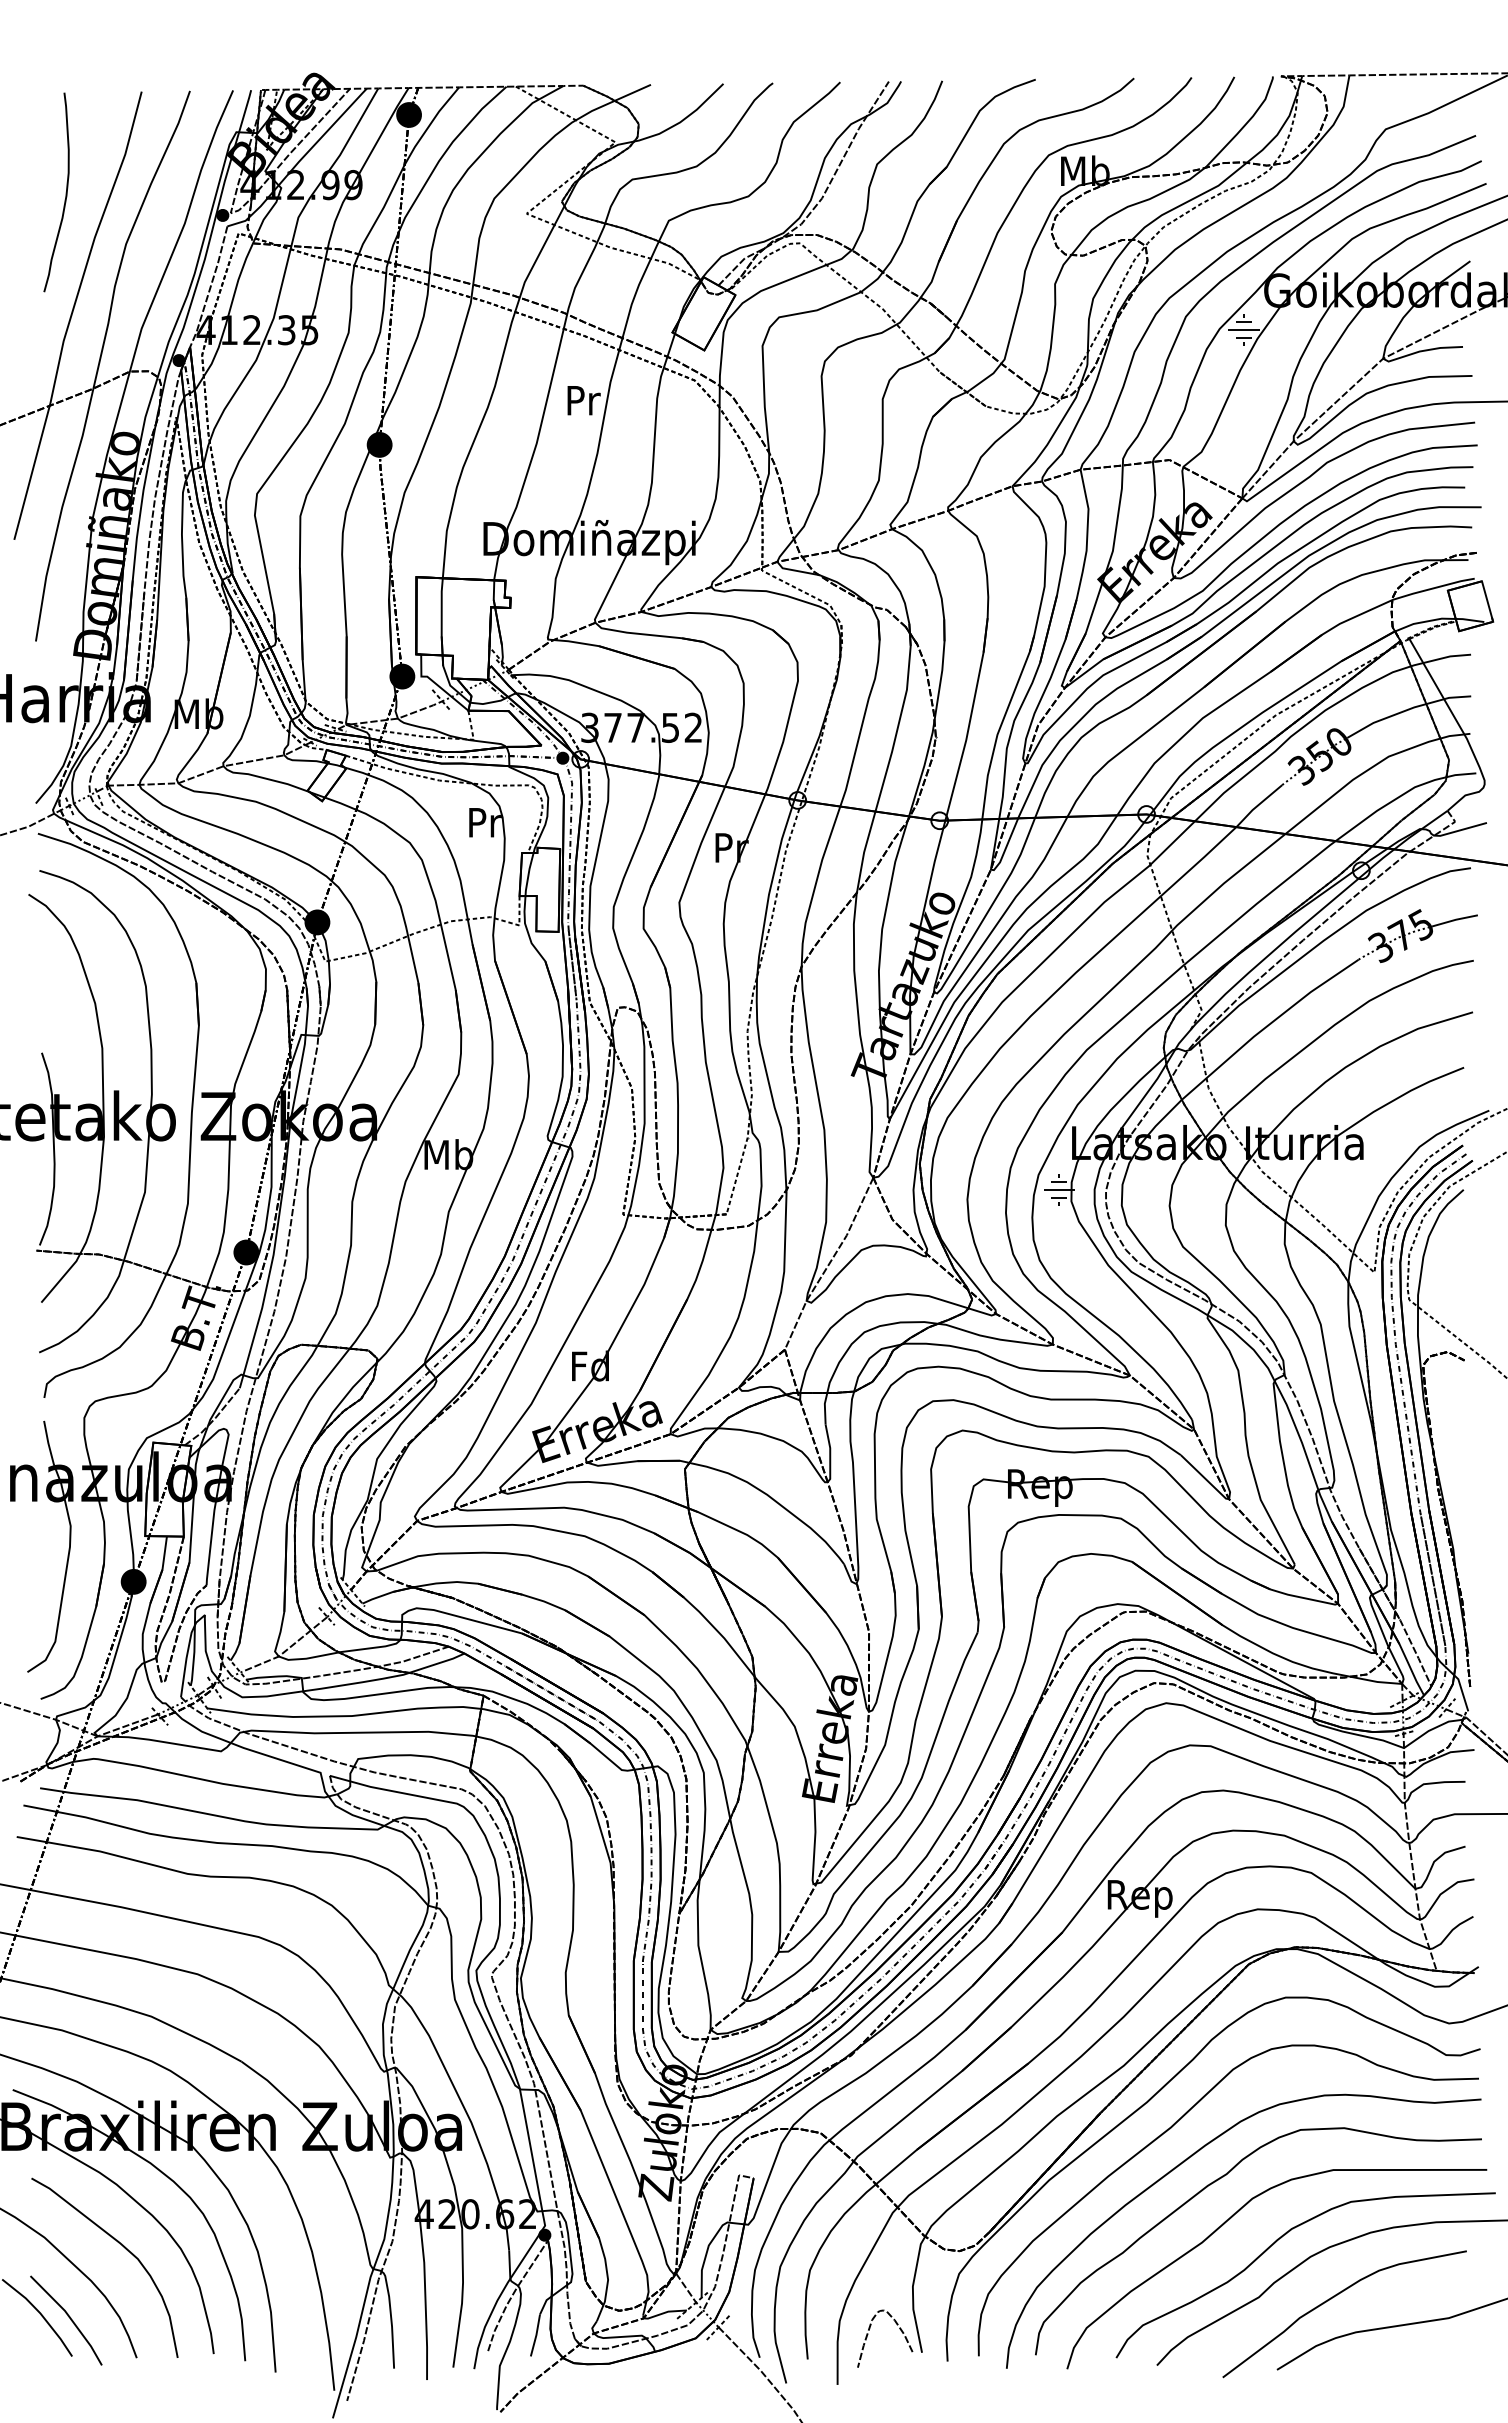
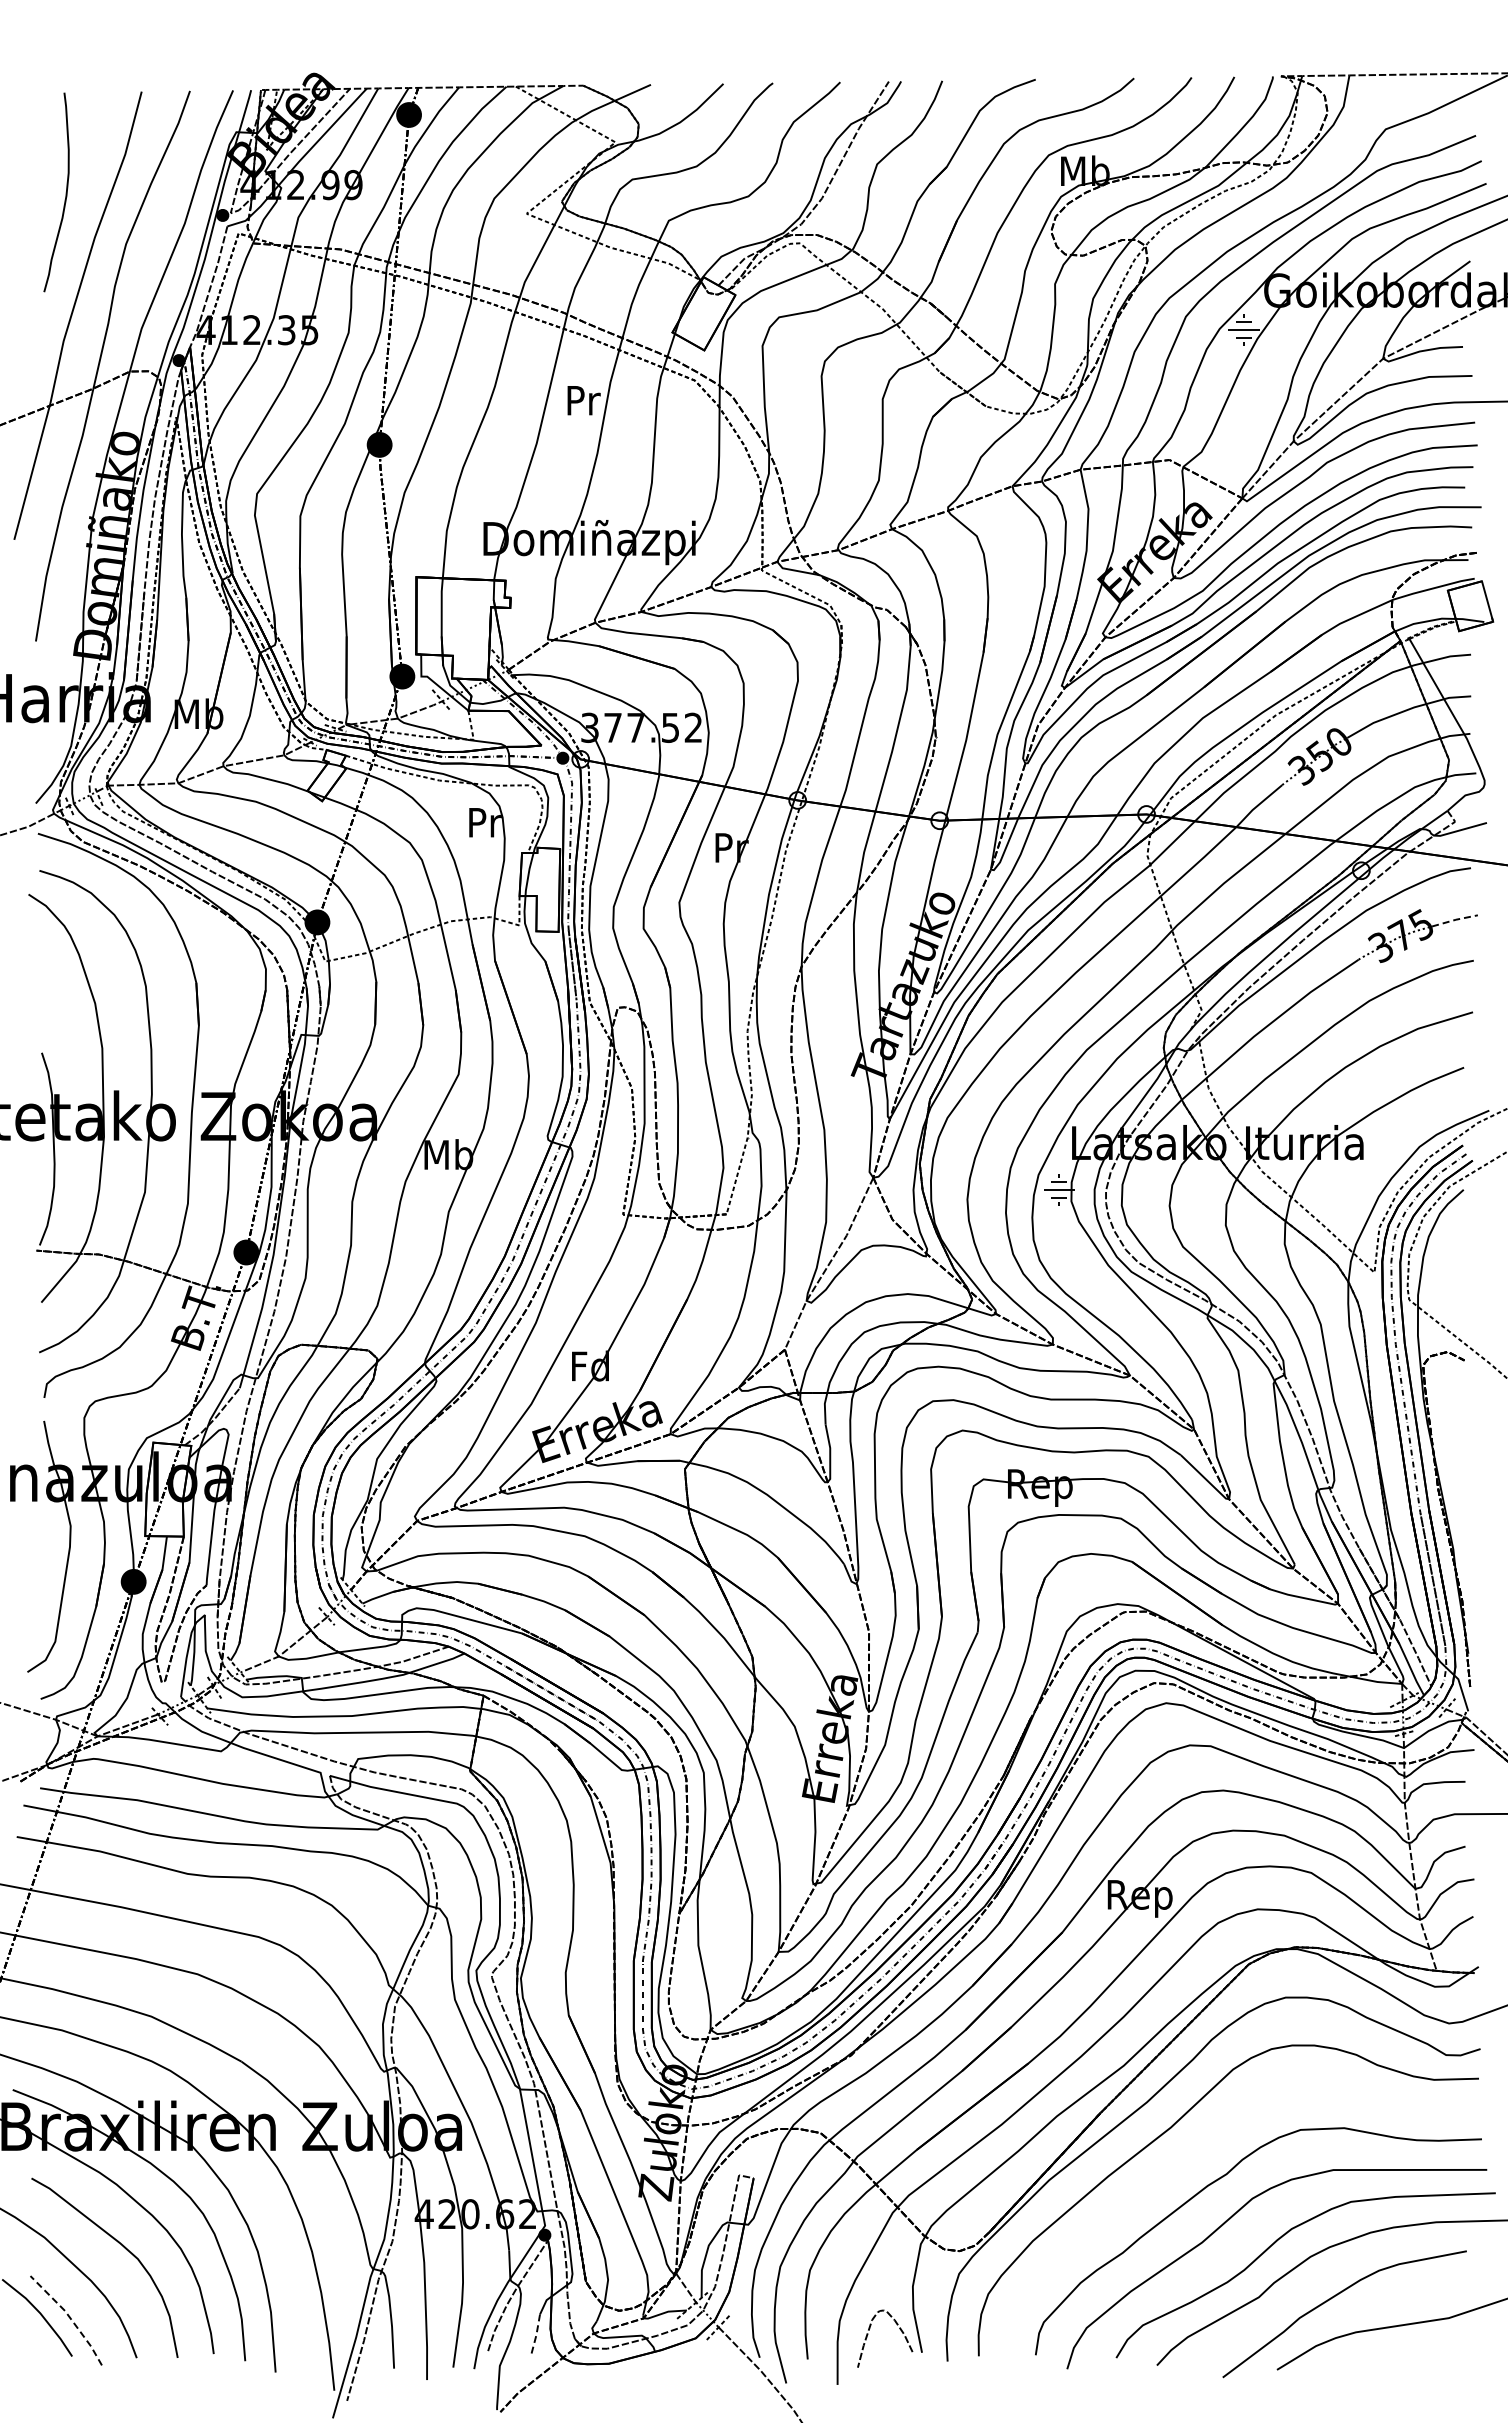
line at (1455, 919): solid -> dashed
curve at (1188, 2159): present -> none
line at (70, 2317): solid -> dashed
line at (536, 2336): solid -> dashed
